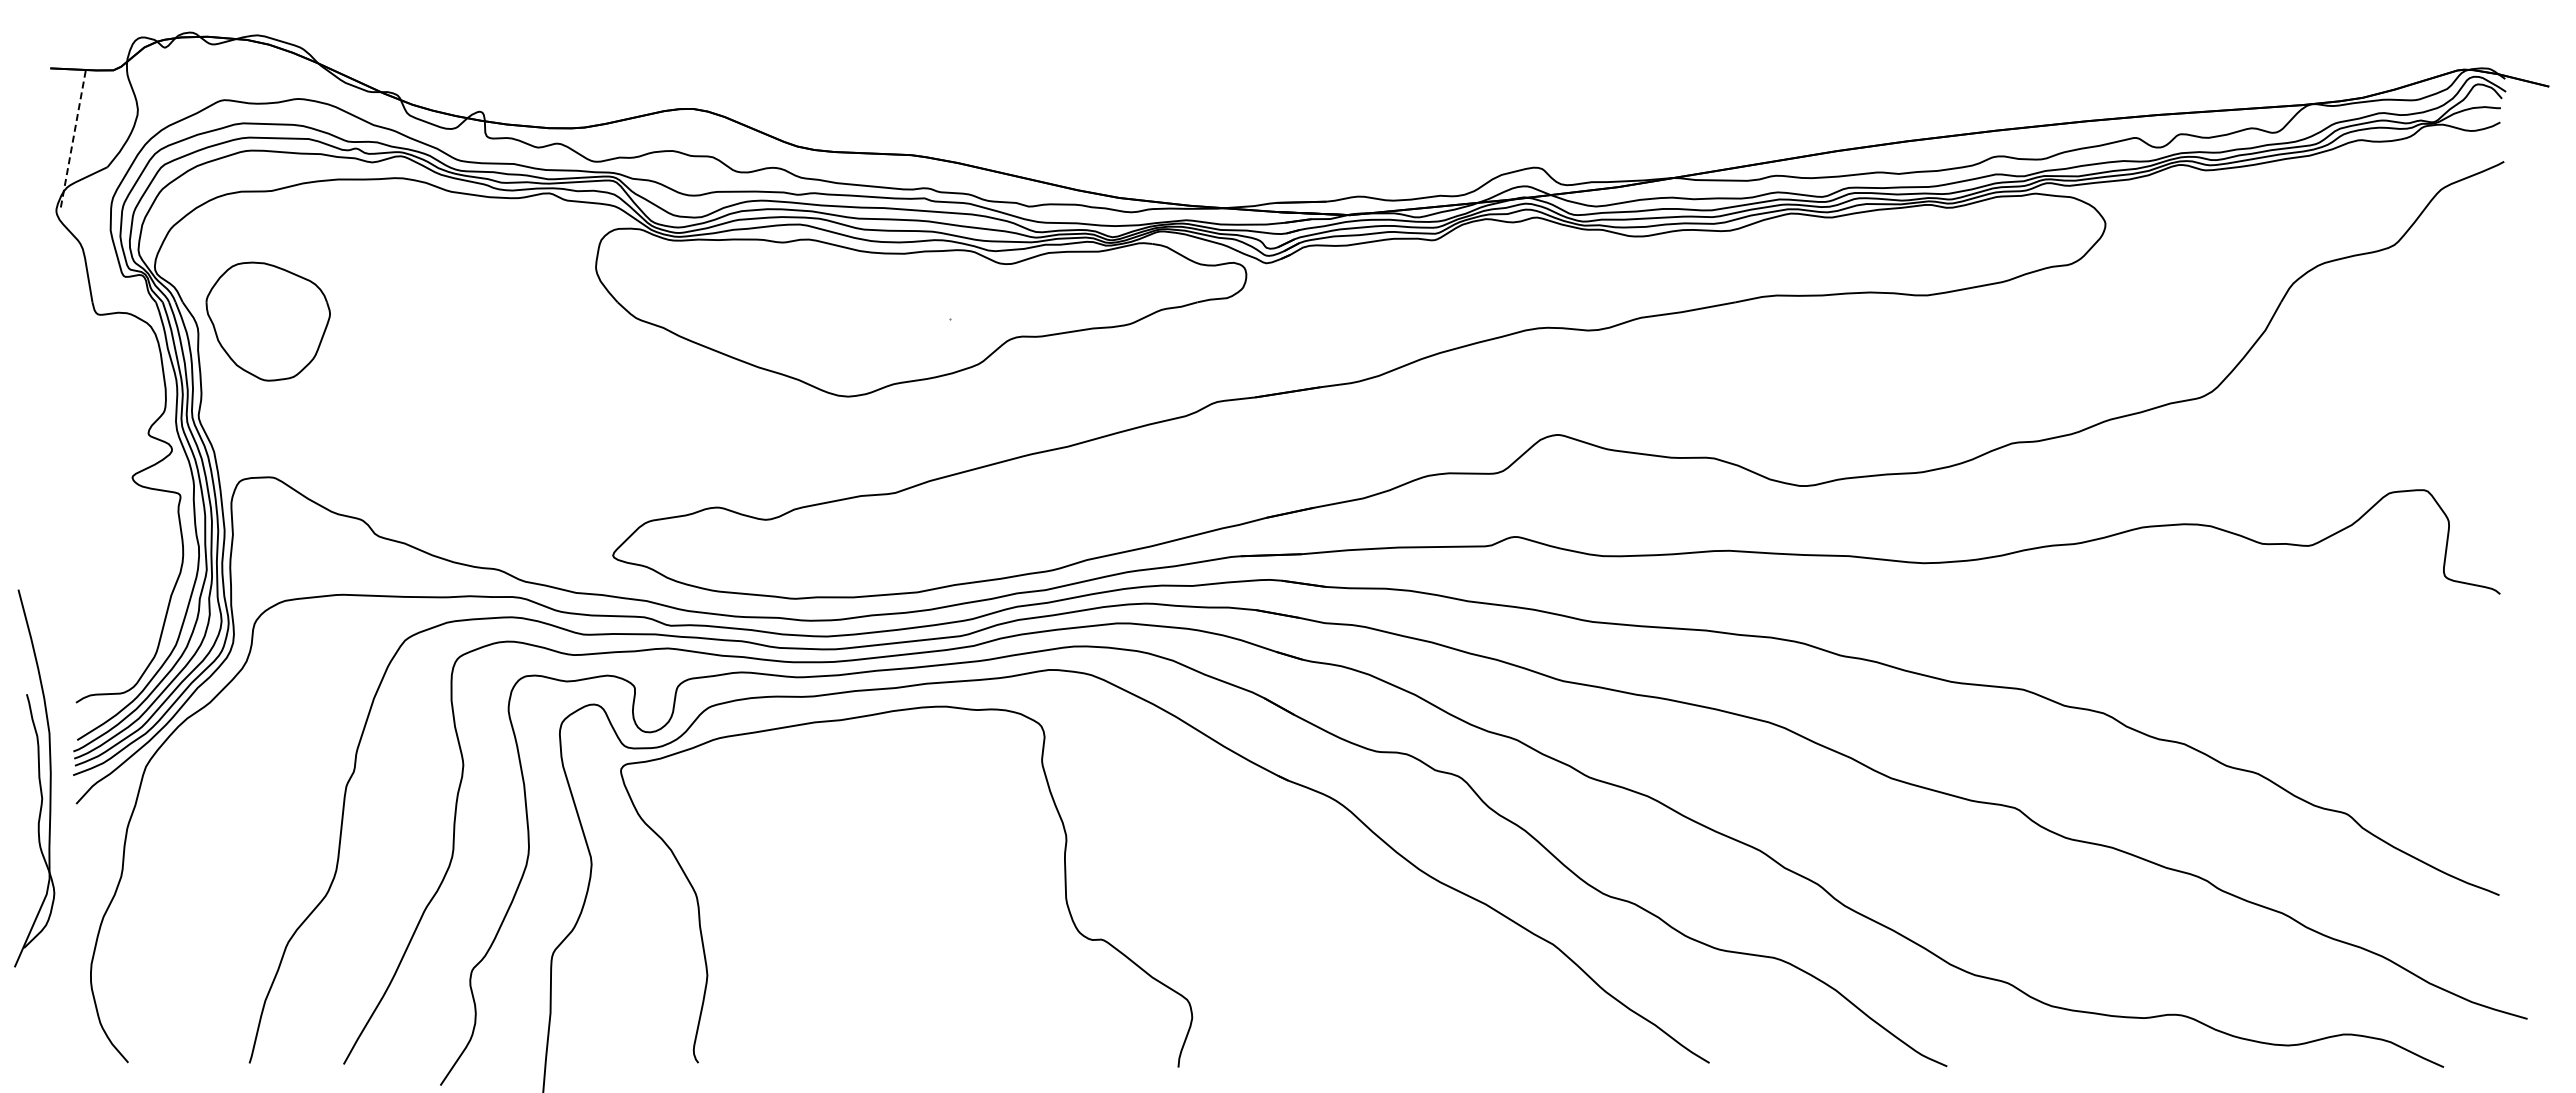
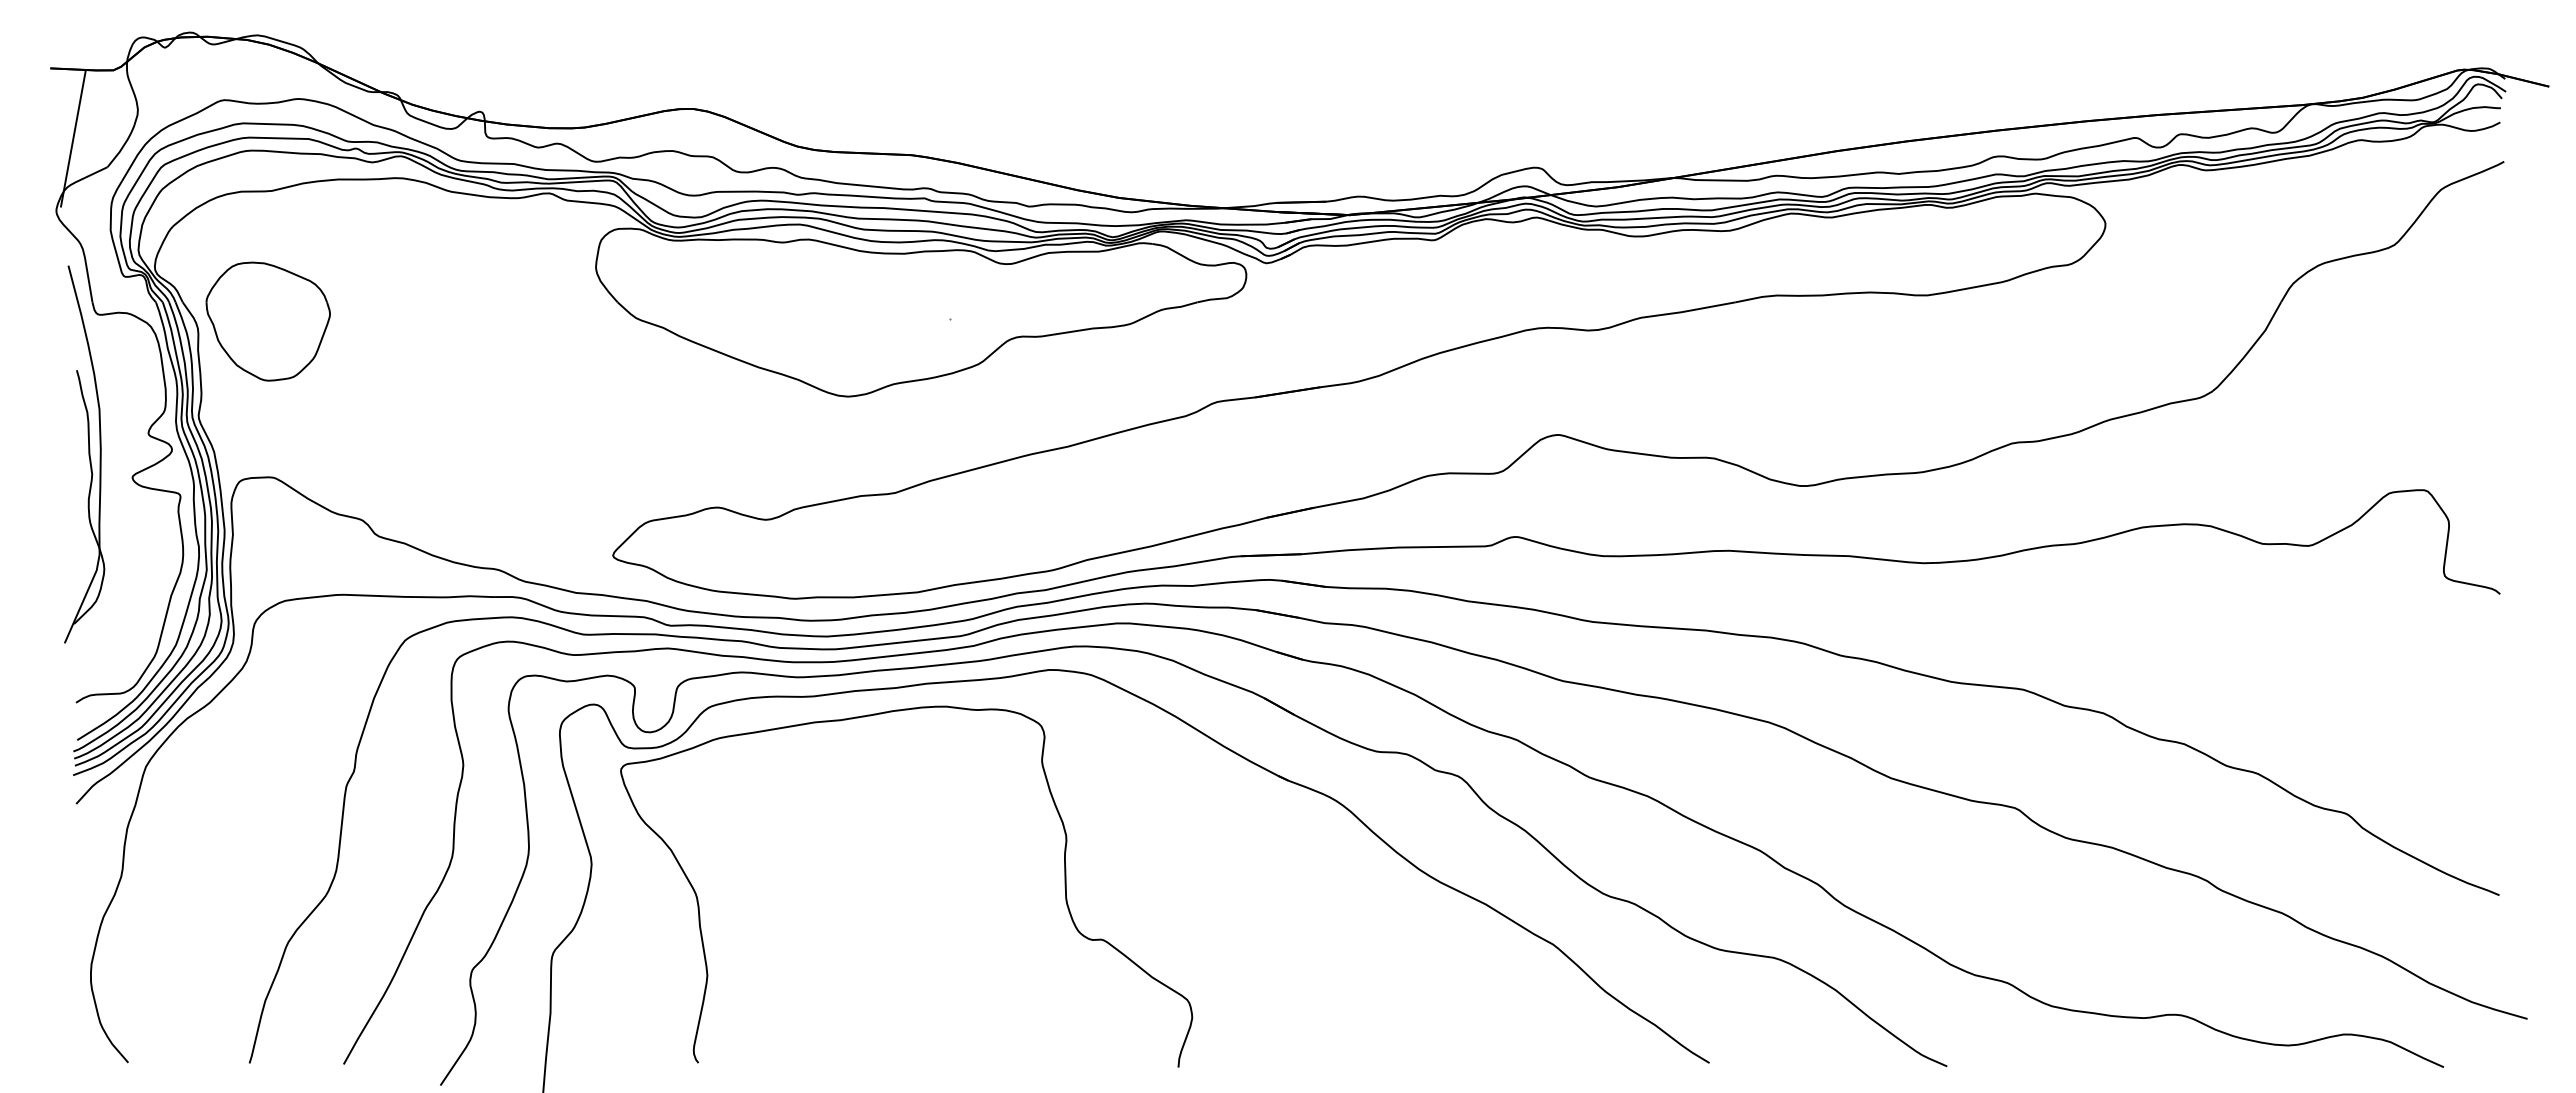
line at (73, 138): dashed -> solid
part at (34, 778) position: (34, 778) -> (84, 454)
